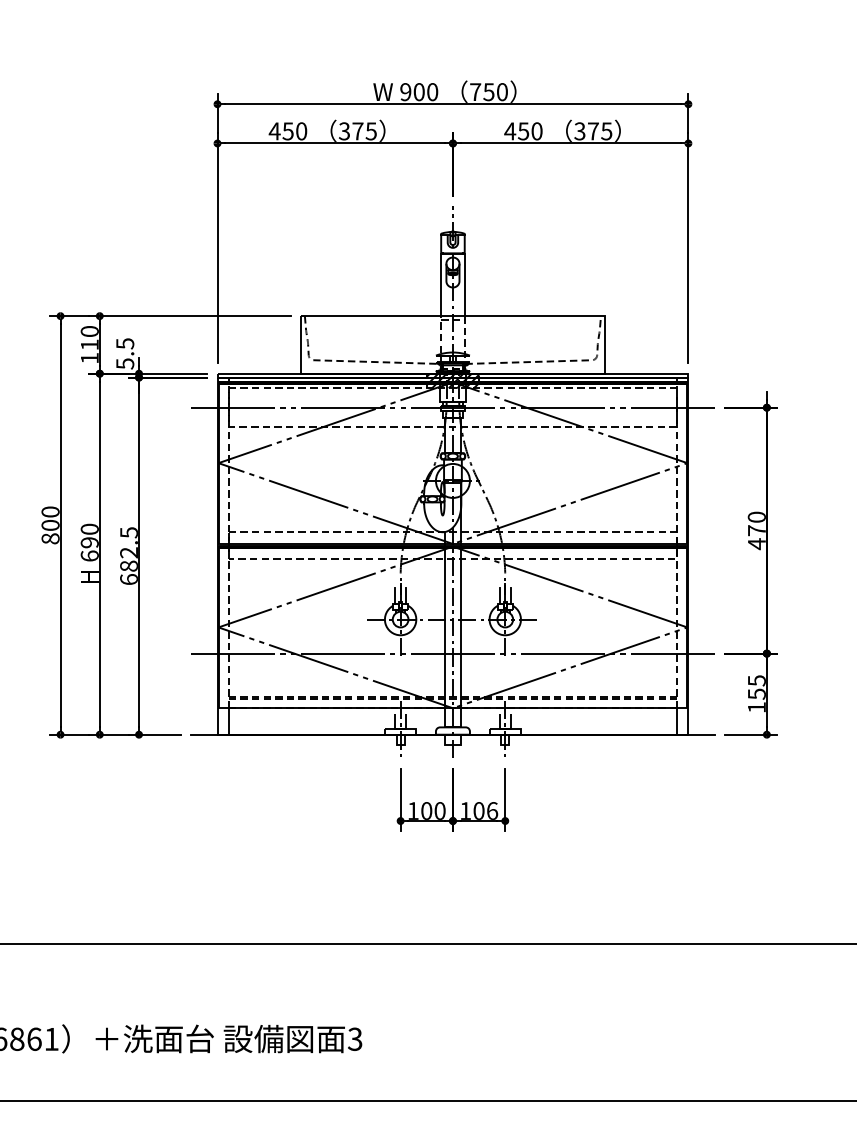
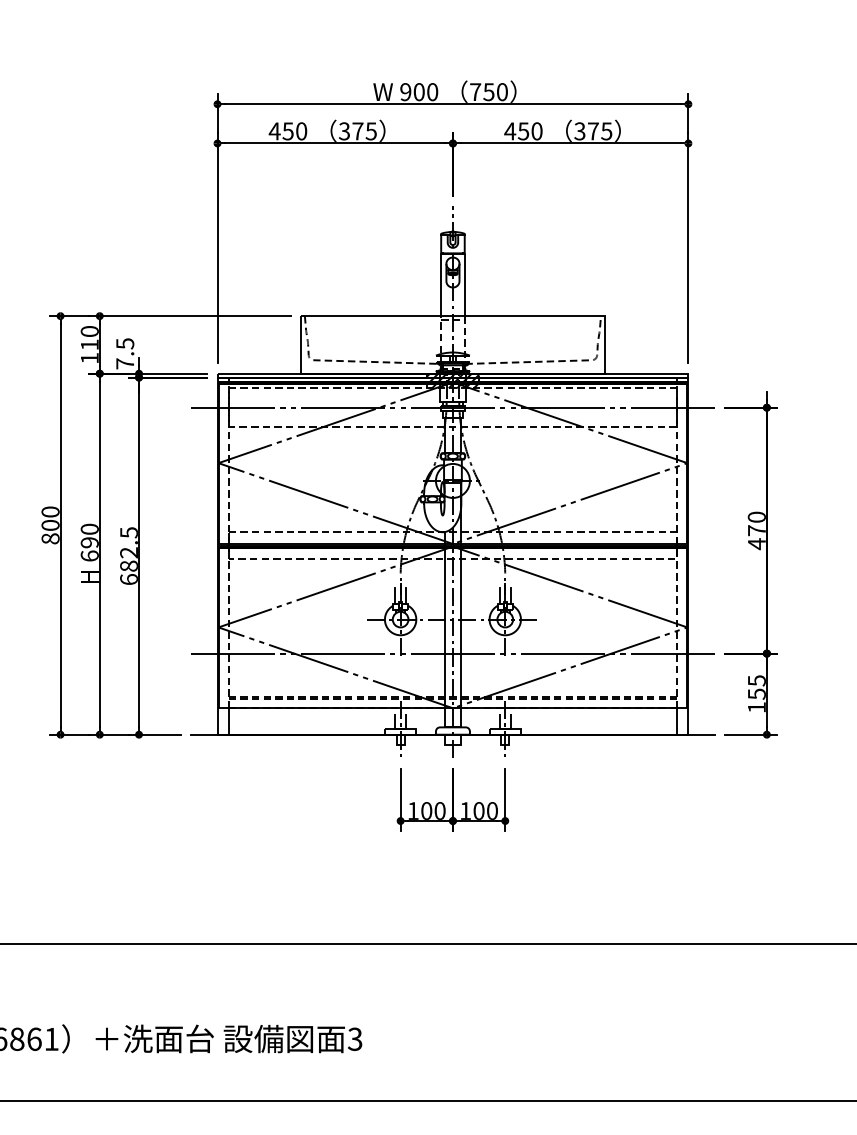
text at (125, 363): 5.5 -> 7.5
text at (492, 810): 106 -> 100
